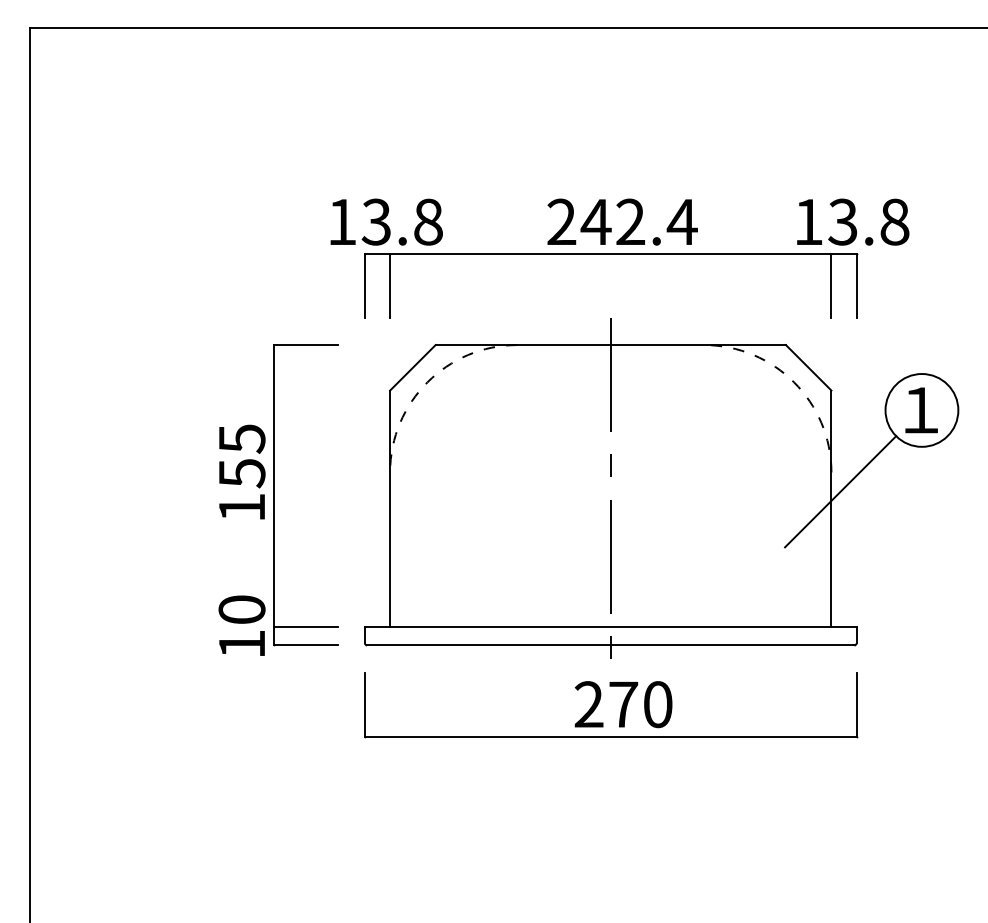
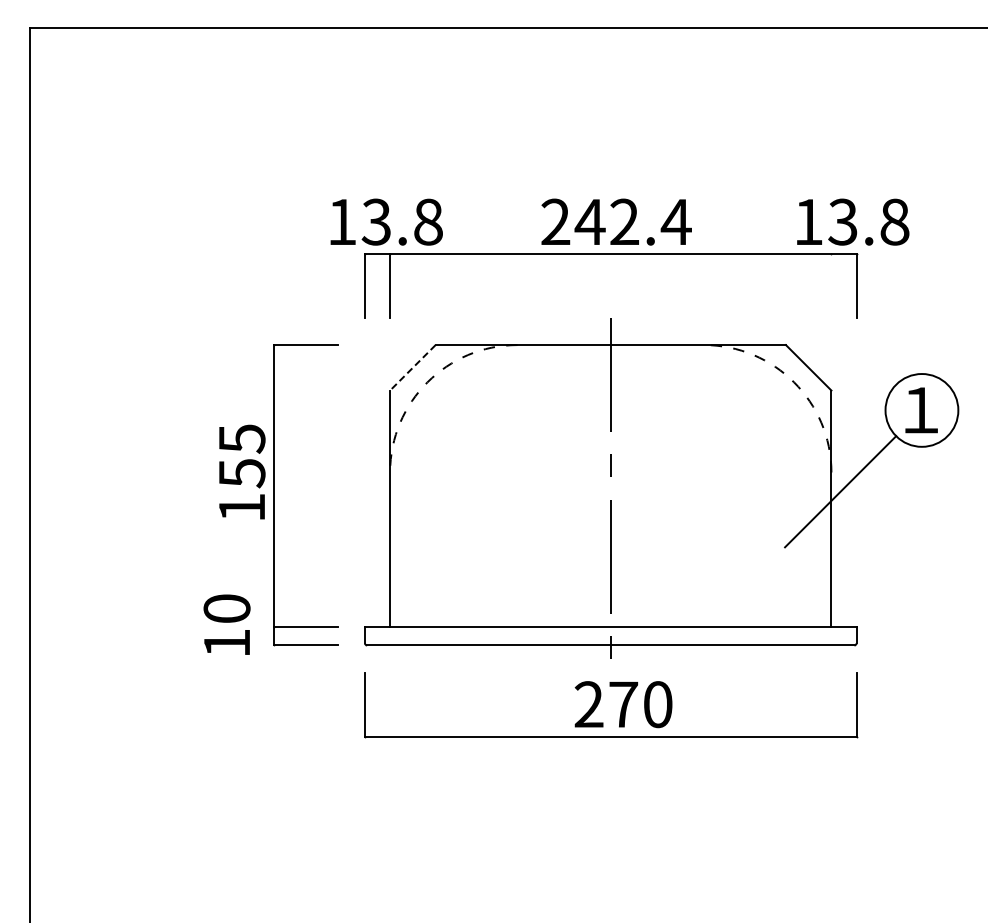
text at (622, 221) position: (622, 221) -> (616, 221)
line at (831, 285): present -> none
line at (412, 368): solid -> dashed
text at (241, 625) position: (241, 625) -> (226, 624)
